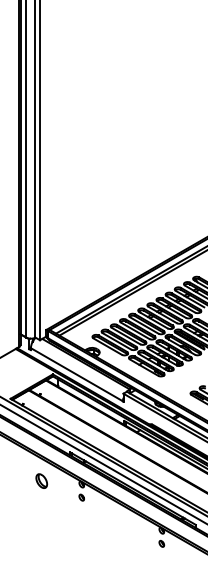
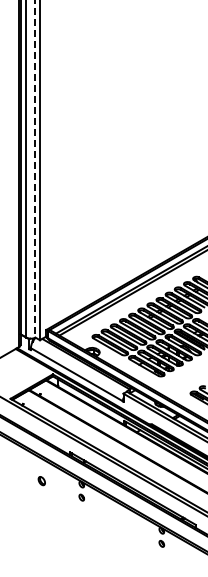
line at (35, 168): solid -> dashed
line at (103, 464): present -> none
part at (41, 480) size: 14x16 px -> 9x11 px
